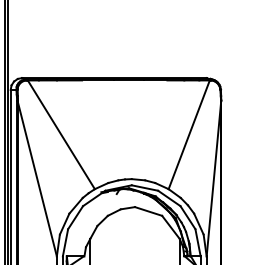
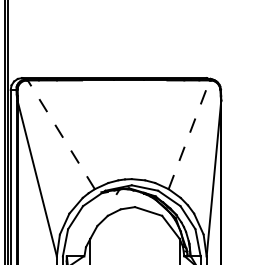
line at (61, 134): solid -> dashed
line at (189, 134): solid -> dashed
